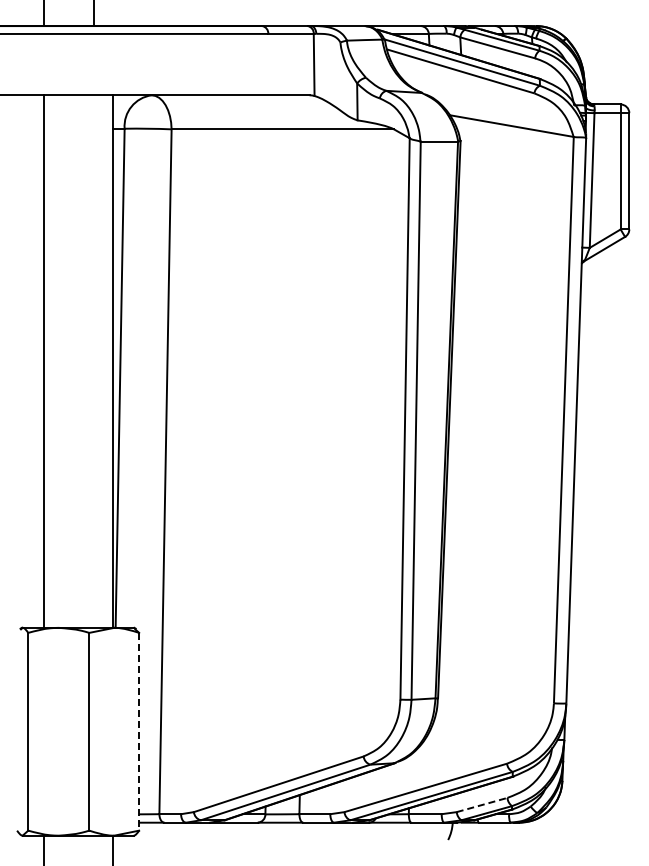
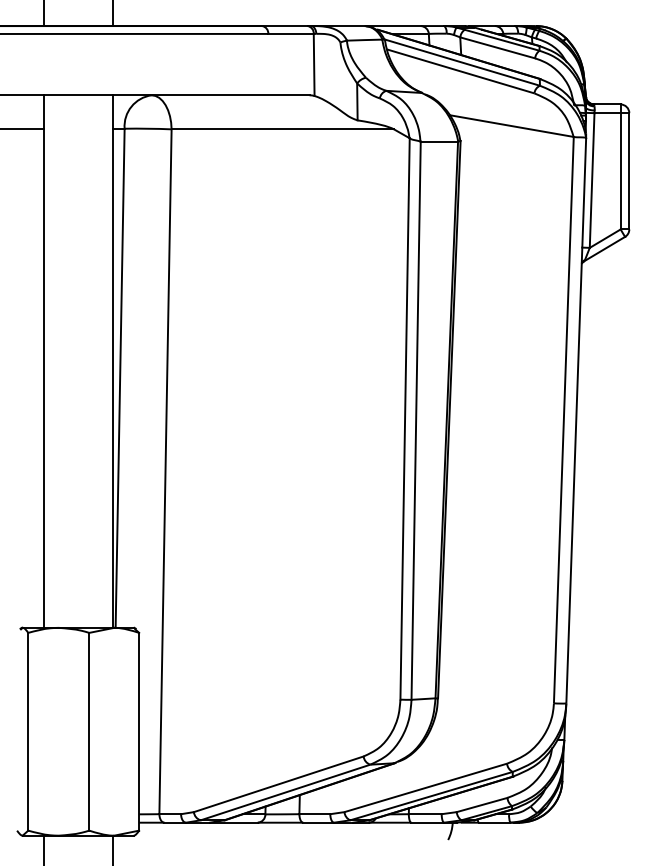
line at (93, 14) position: (93, 14) -> (112, 14)
line at (22, 128): none -> present
line at (139, 731): dashed -> solid
line at (482, 804): dashed -> solid
